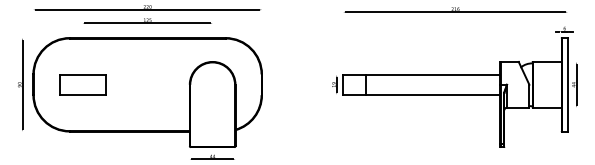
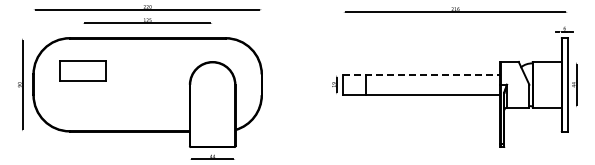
line at (422, 74): solid -> dashed
part at (82, 84) position: (82, 84) -> (82, 70)
